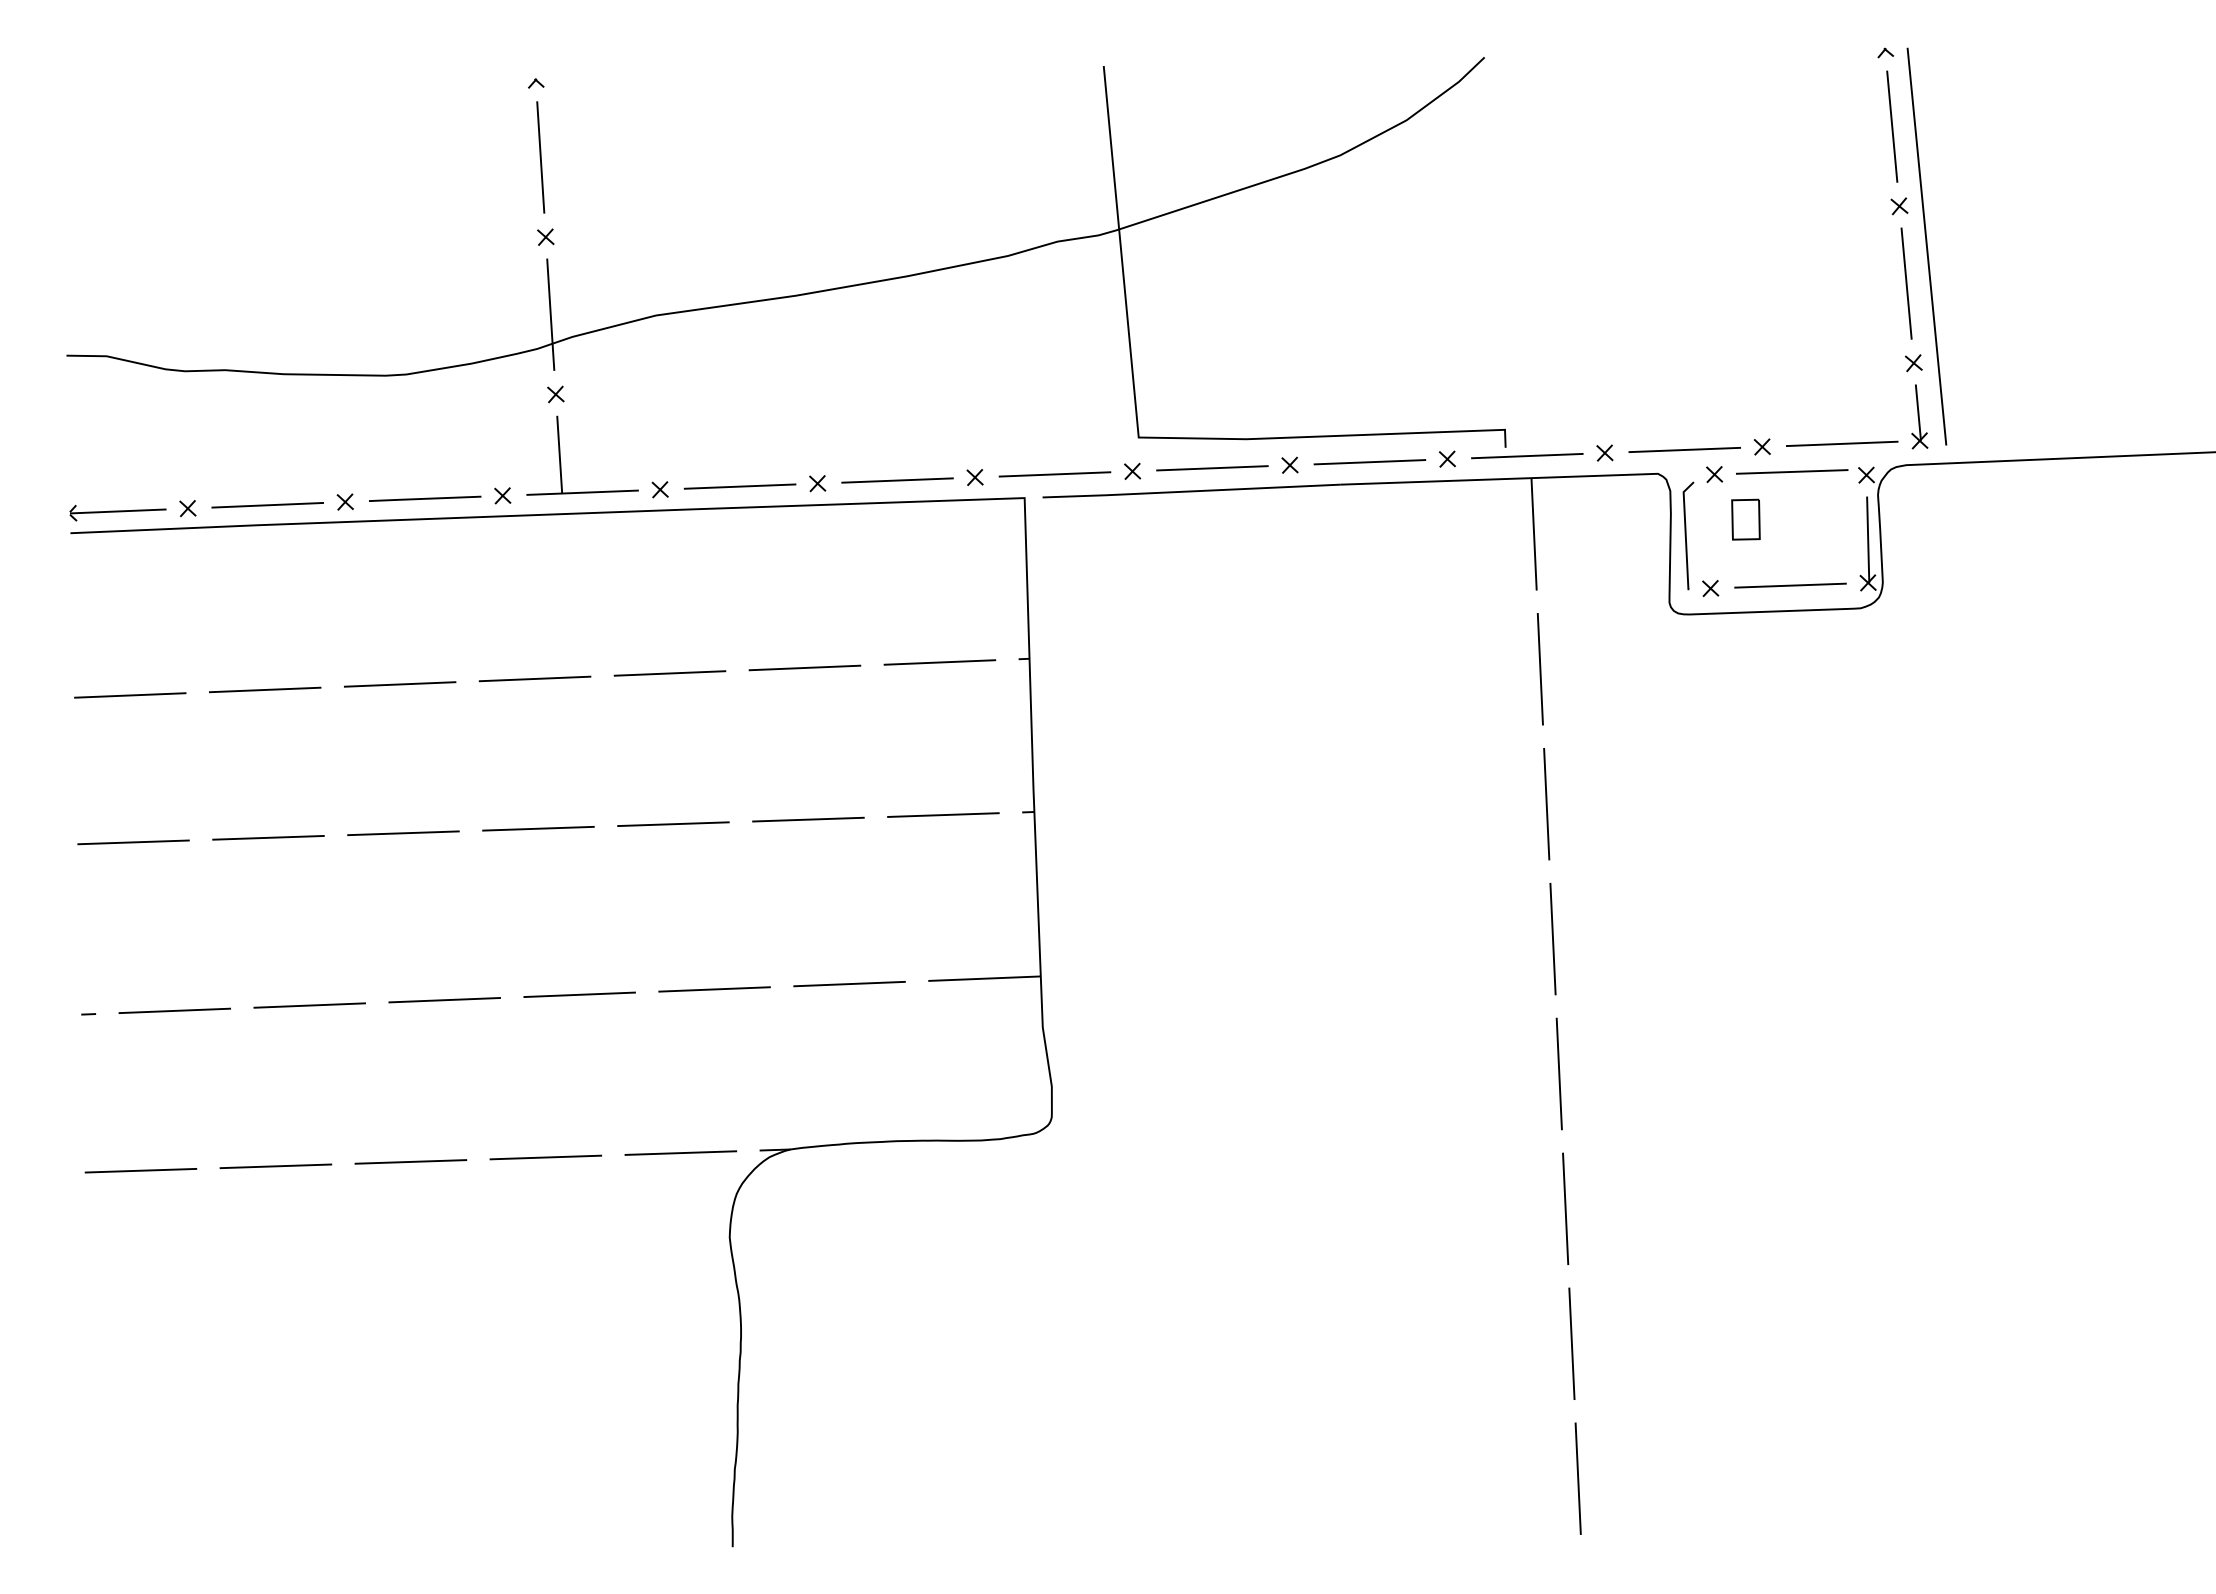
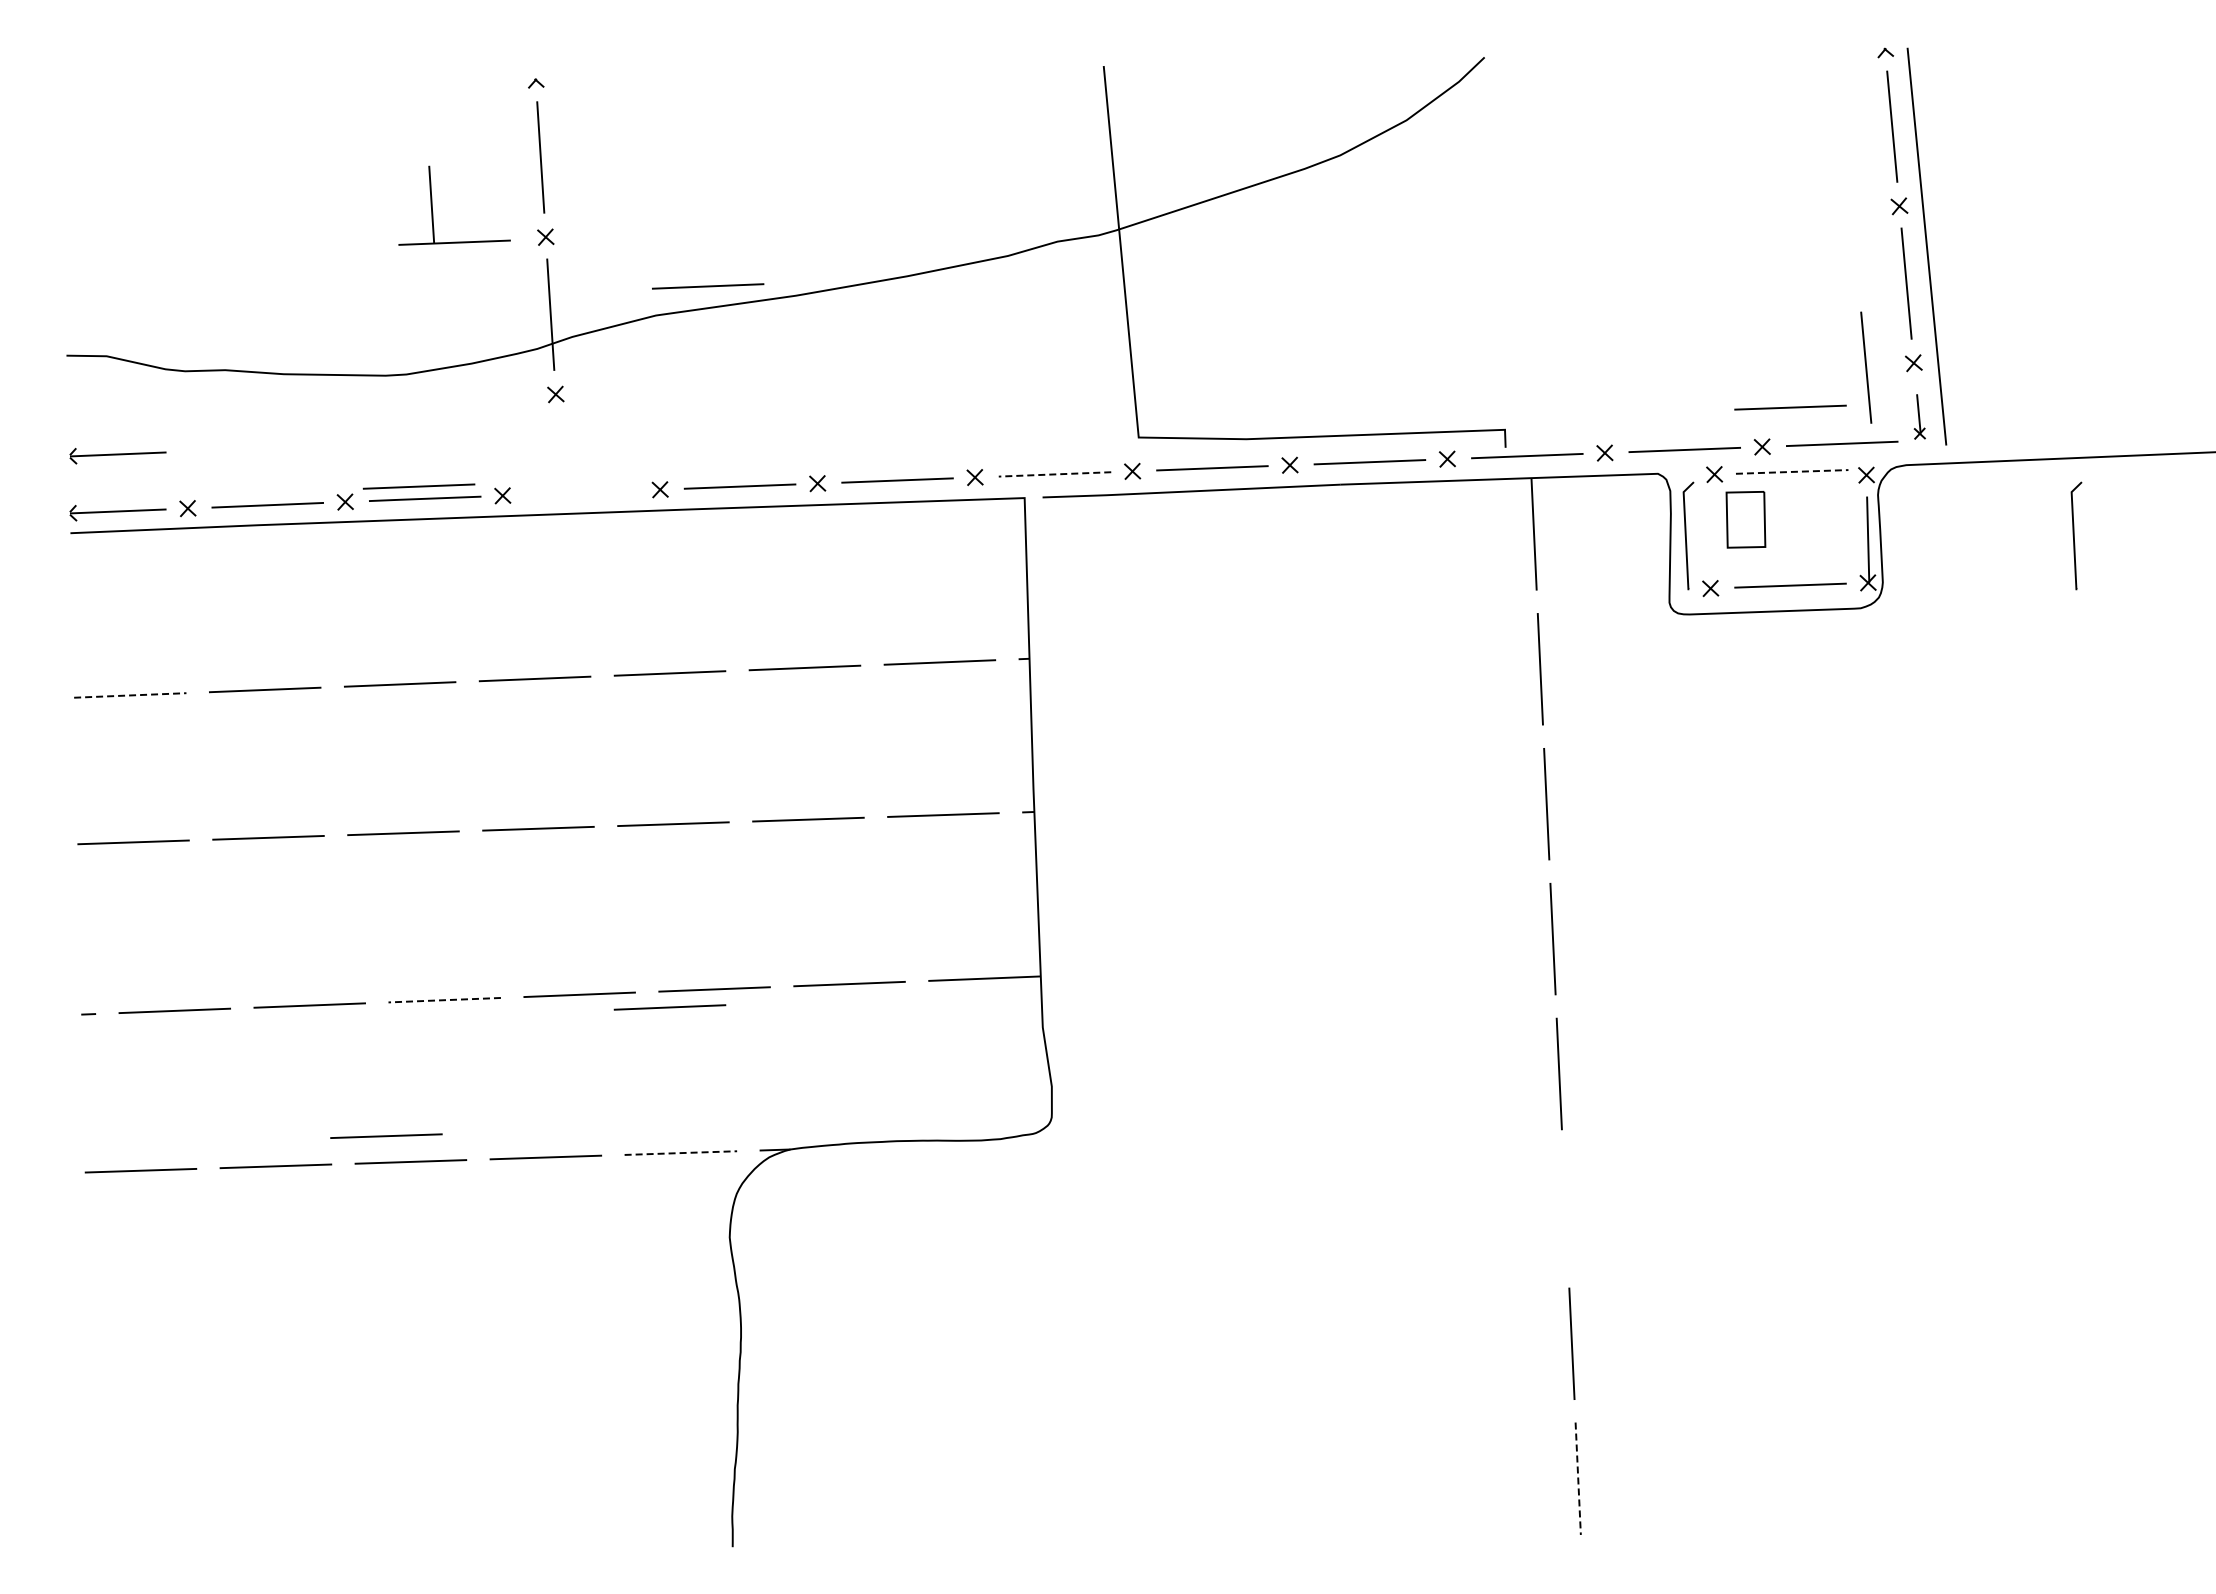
line at (708, 286): none -> present
line at (1866, 367): none -> present
line at (1790, 407): none -> present
part at (1919, 416) size: 18x66 px -> 13x46 px
part at (560, 455) position: (560, 455) -> (432, 205)
part at (117, 456): none -> present
line at (1792, 471): solid -> dashed
line at (1054, 474): solid -> dashed
line at (418, 486): none -> present
part at (1745, 519) size: 30x43 px -> 42x58 px
line at (2074, 535): none -> present
line at (130, 695): solid -> dashed
line at (444, 1000): solid -> dashed
line at (669, 1007): none -> present
line at (386, 1135): none -> present
line at (681, 1153): solid -> dashed
line at (1565, 1208): present -> none
line at (1578, 1479): solid -> dashed
